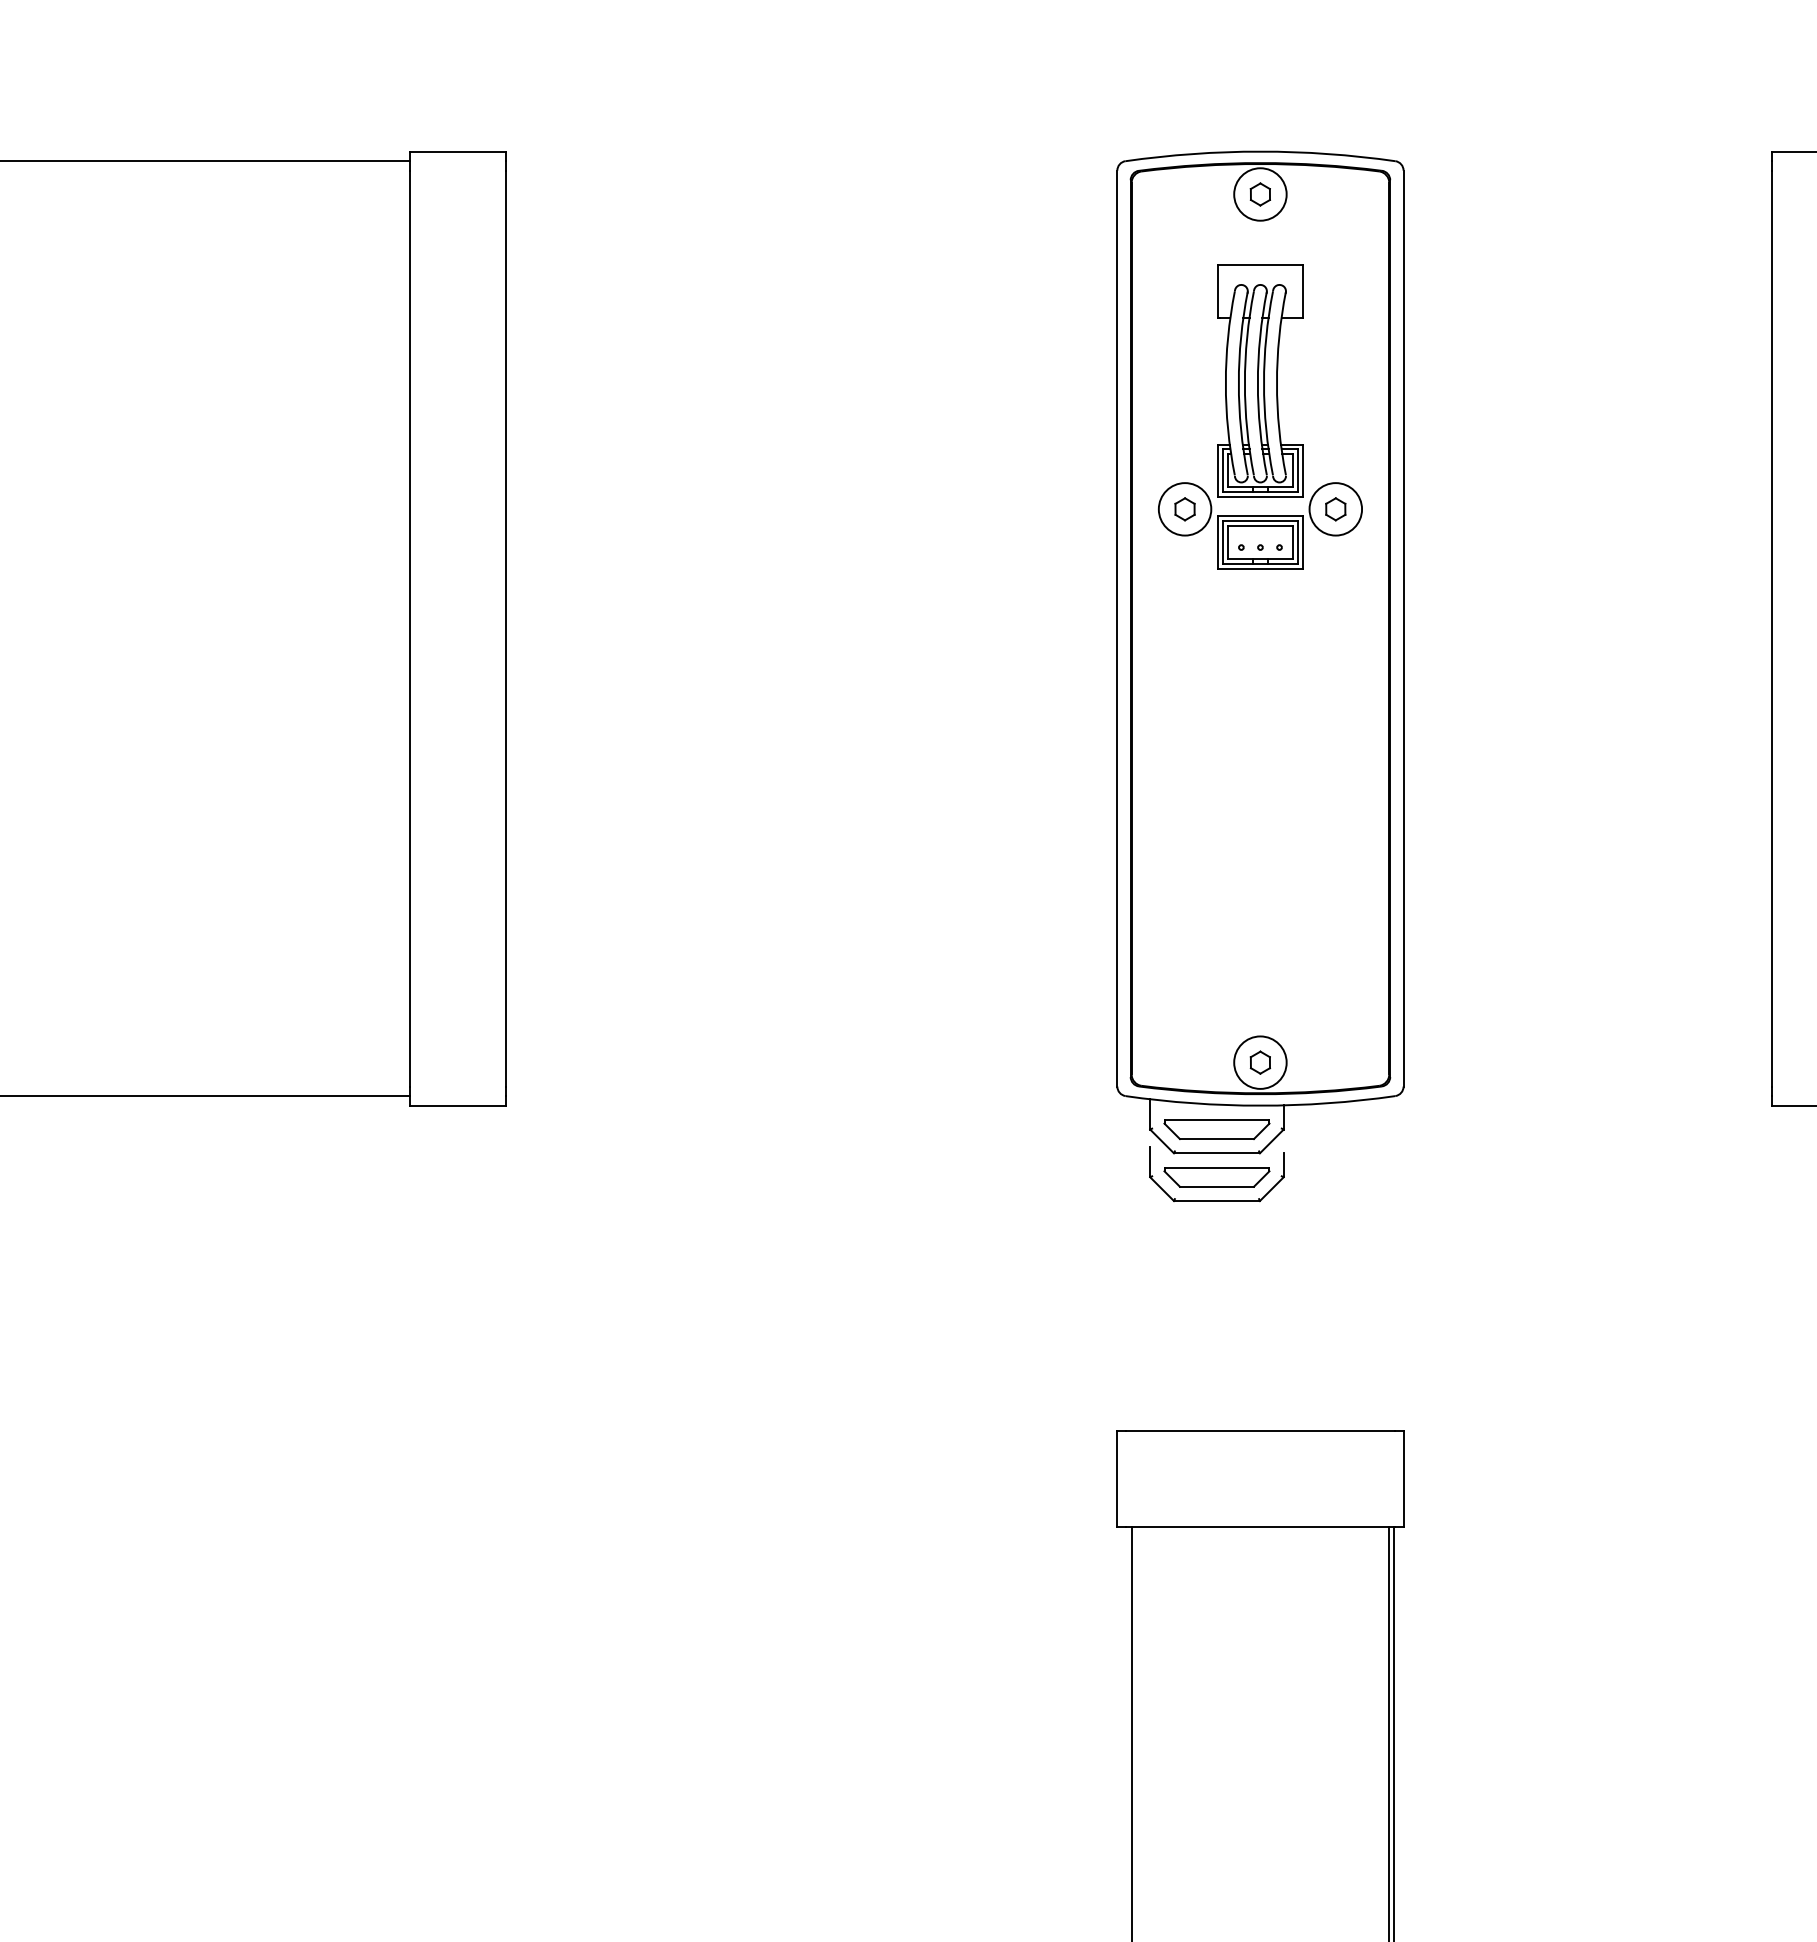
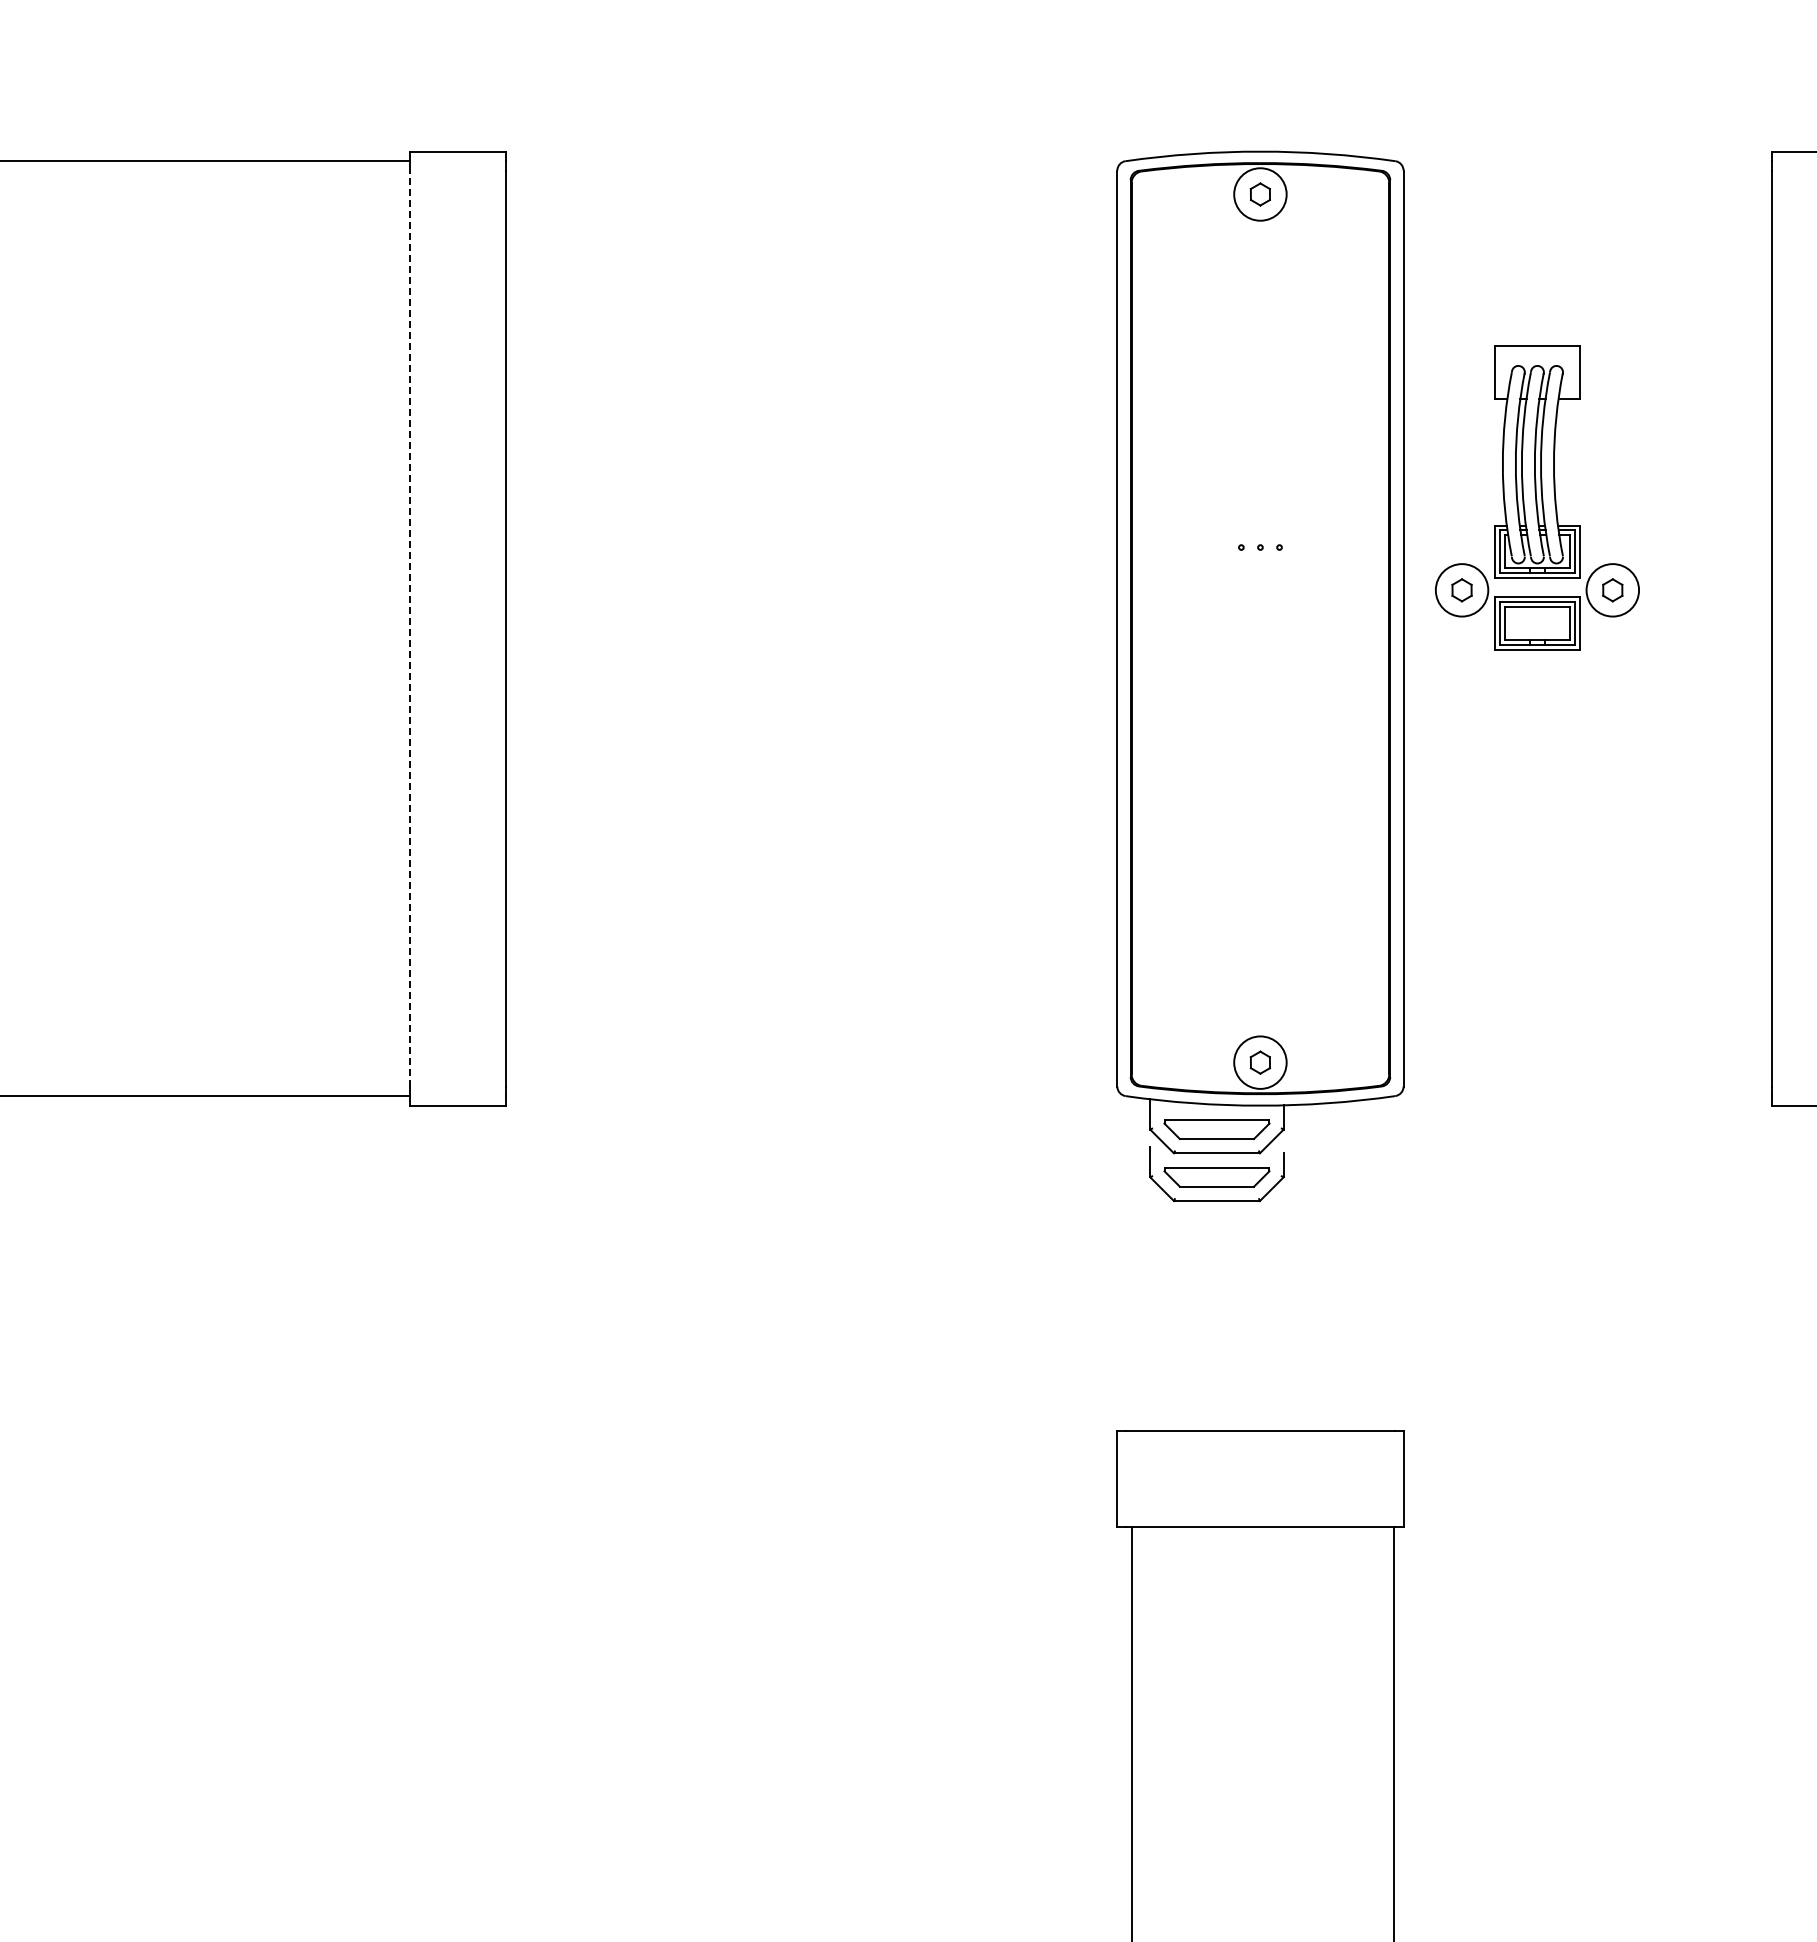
part at (1260, 416) position: (1260, 416) -> (1537, 497)
line at (410, 628): solid -> dashed
line at (1389, 1732): present -> none
